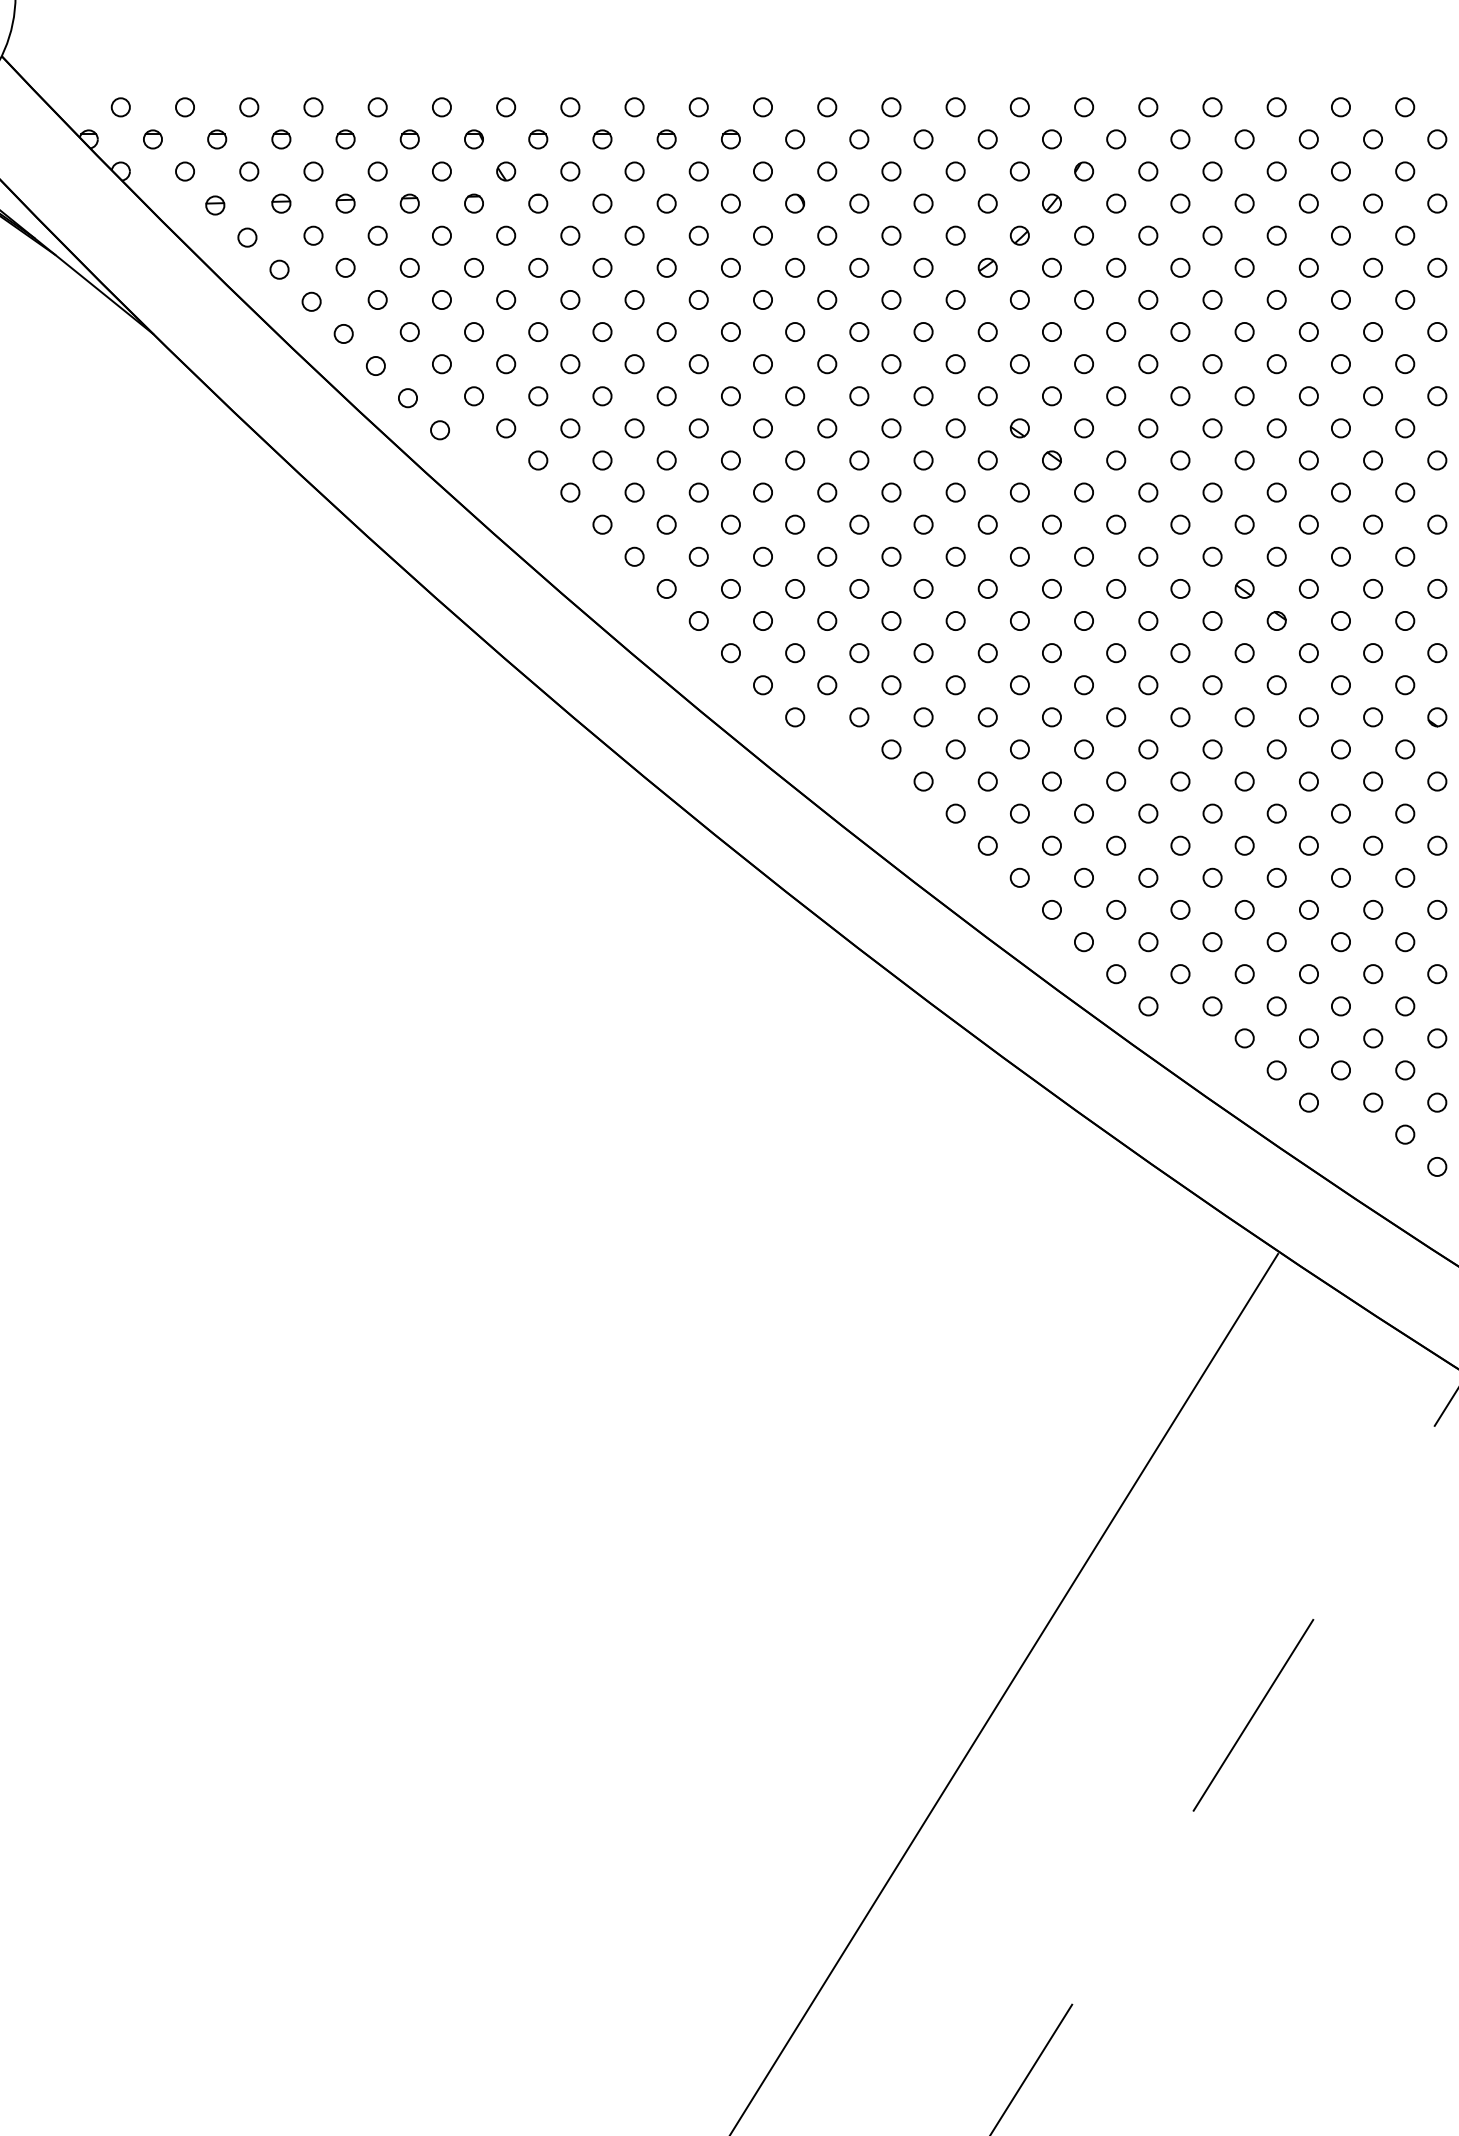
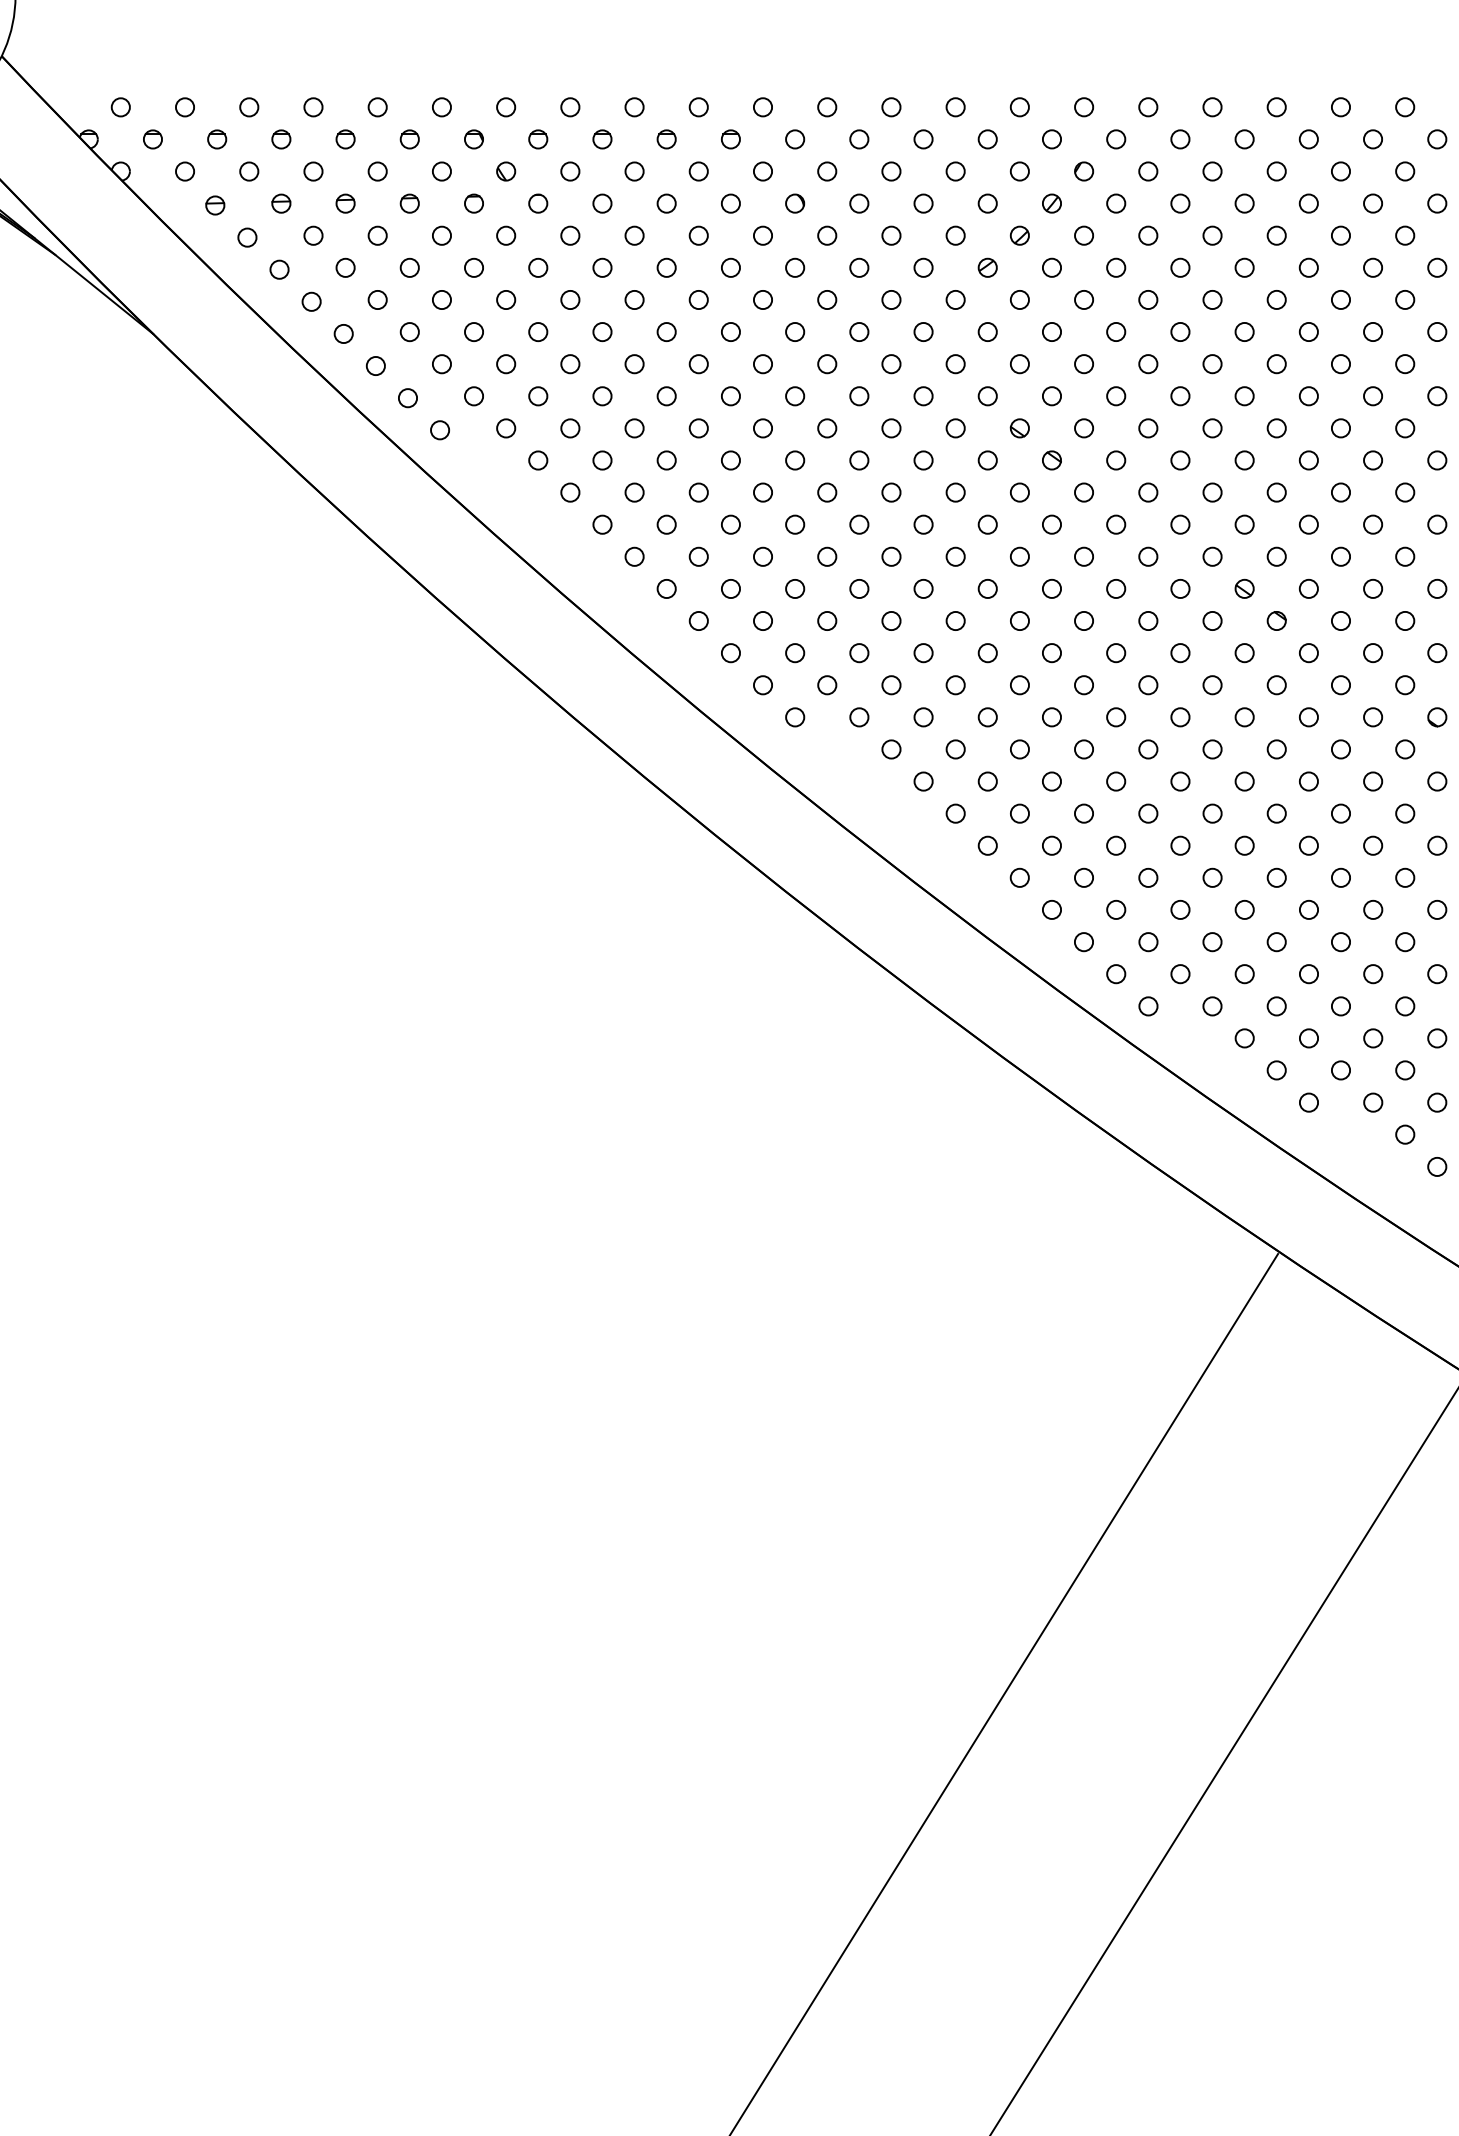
line at (1224, 1761): dashed -> solid
